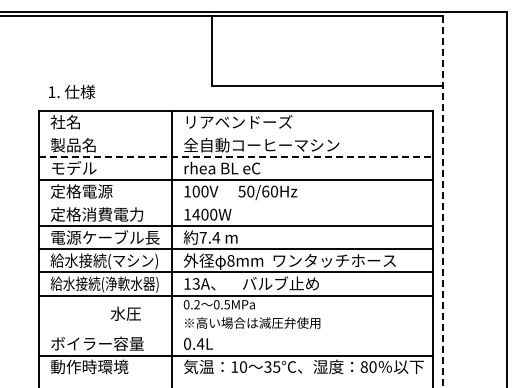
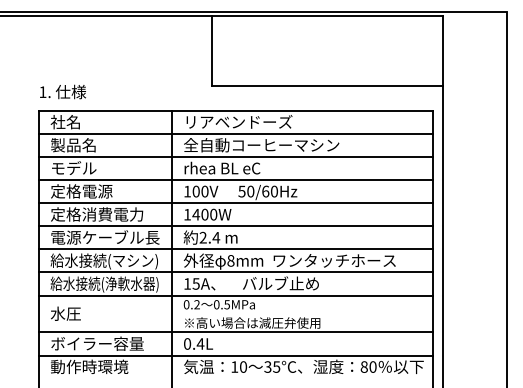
text at (71, 91) position: (71, 91) -> (62, 91)
line at (235, 133): none -> present
line at (236, 157): dashed -> solid
line at (442, 201): dashed -> solid
line at (235, 203): none -> present
text at (202, 237): 7.4 -> 2.4
text at (196, 283): 13A -> 15A
text at (125, 313) position: (125, 313) -> (65, 313)
line at (235, 332): none -> present
